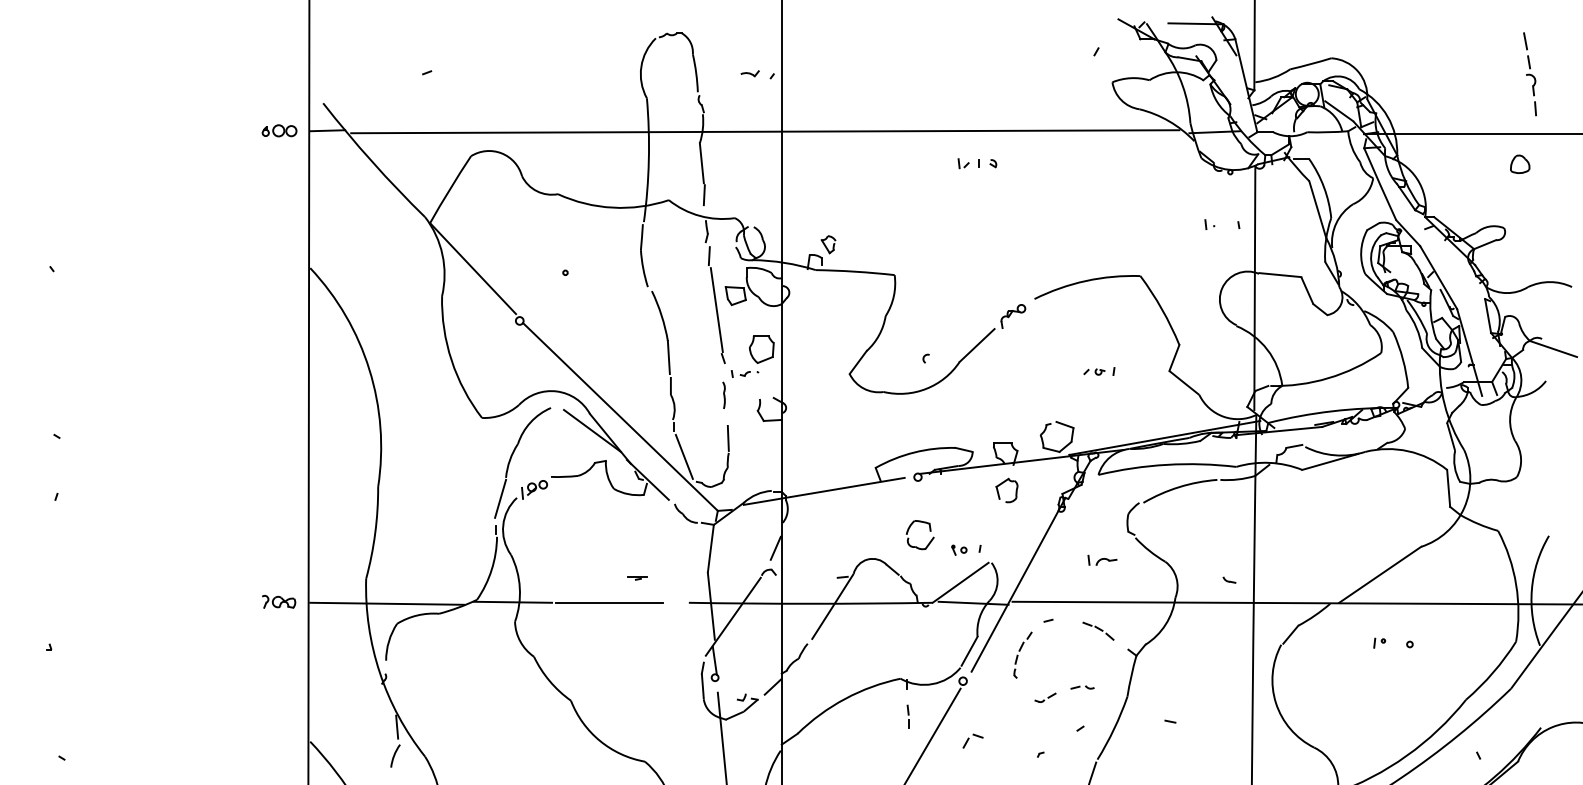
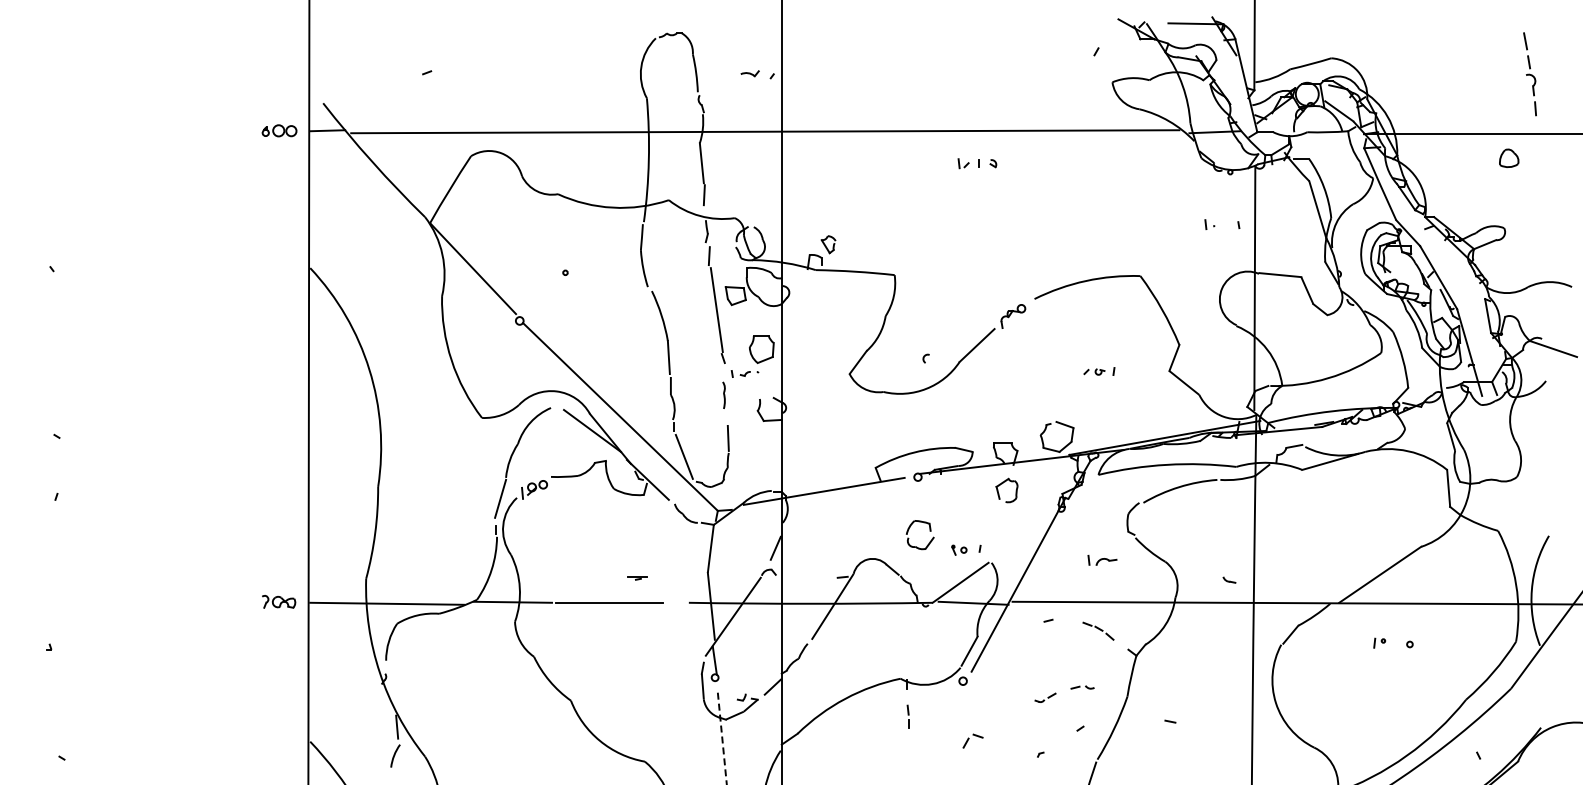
part at (1520, 163) position: (1520, 163) -> (1509, 157)
part at (1022, 654): present -> none
line at (933, 734): present -> none
line at (722, 738): solid -> dashed
